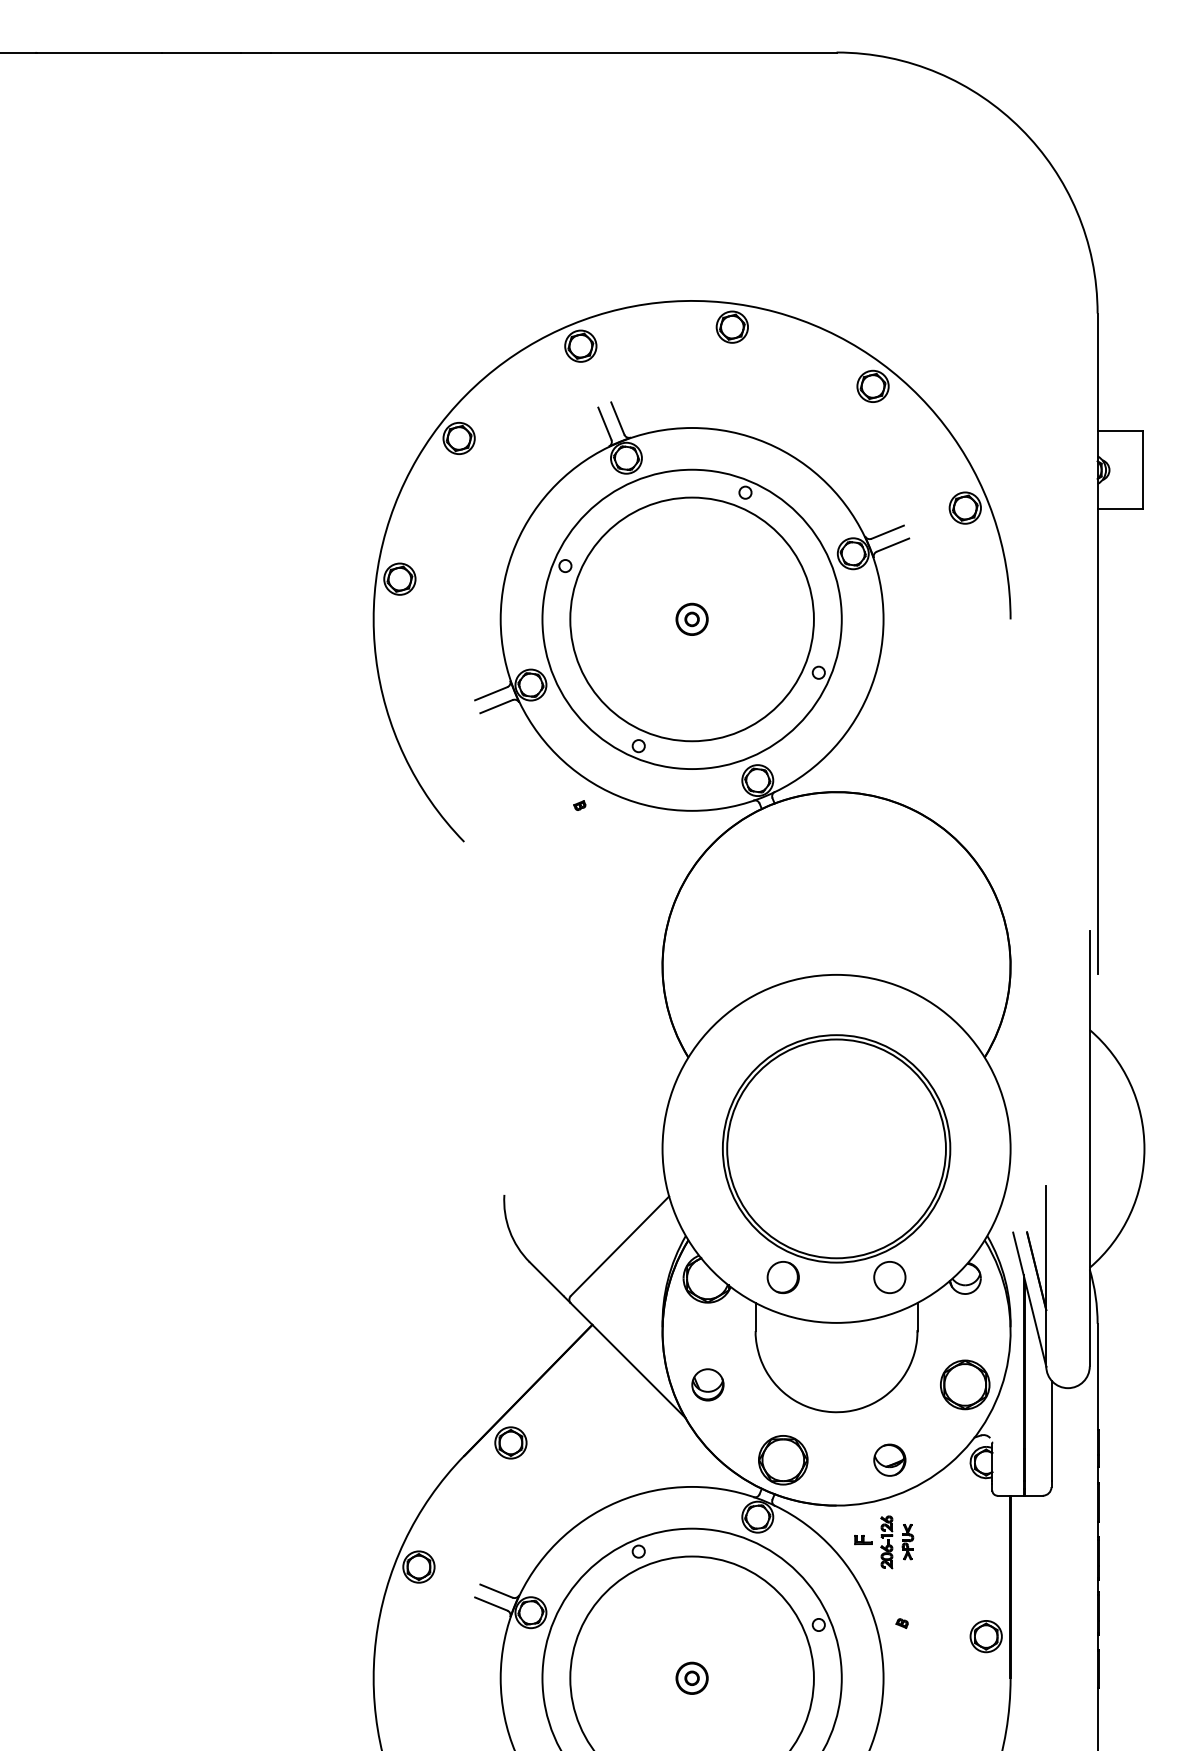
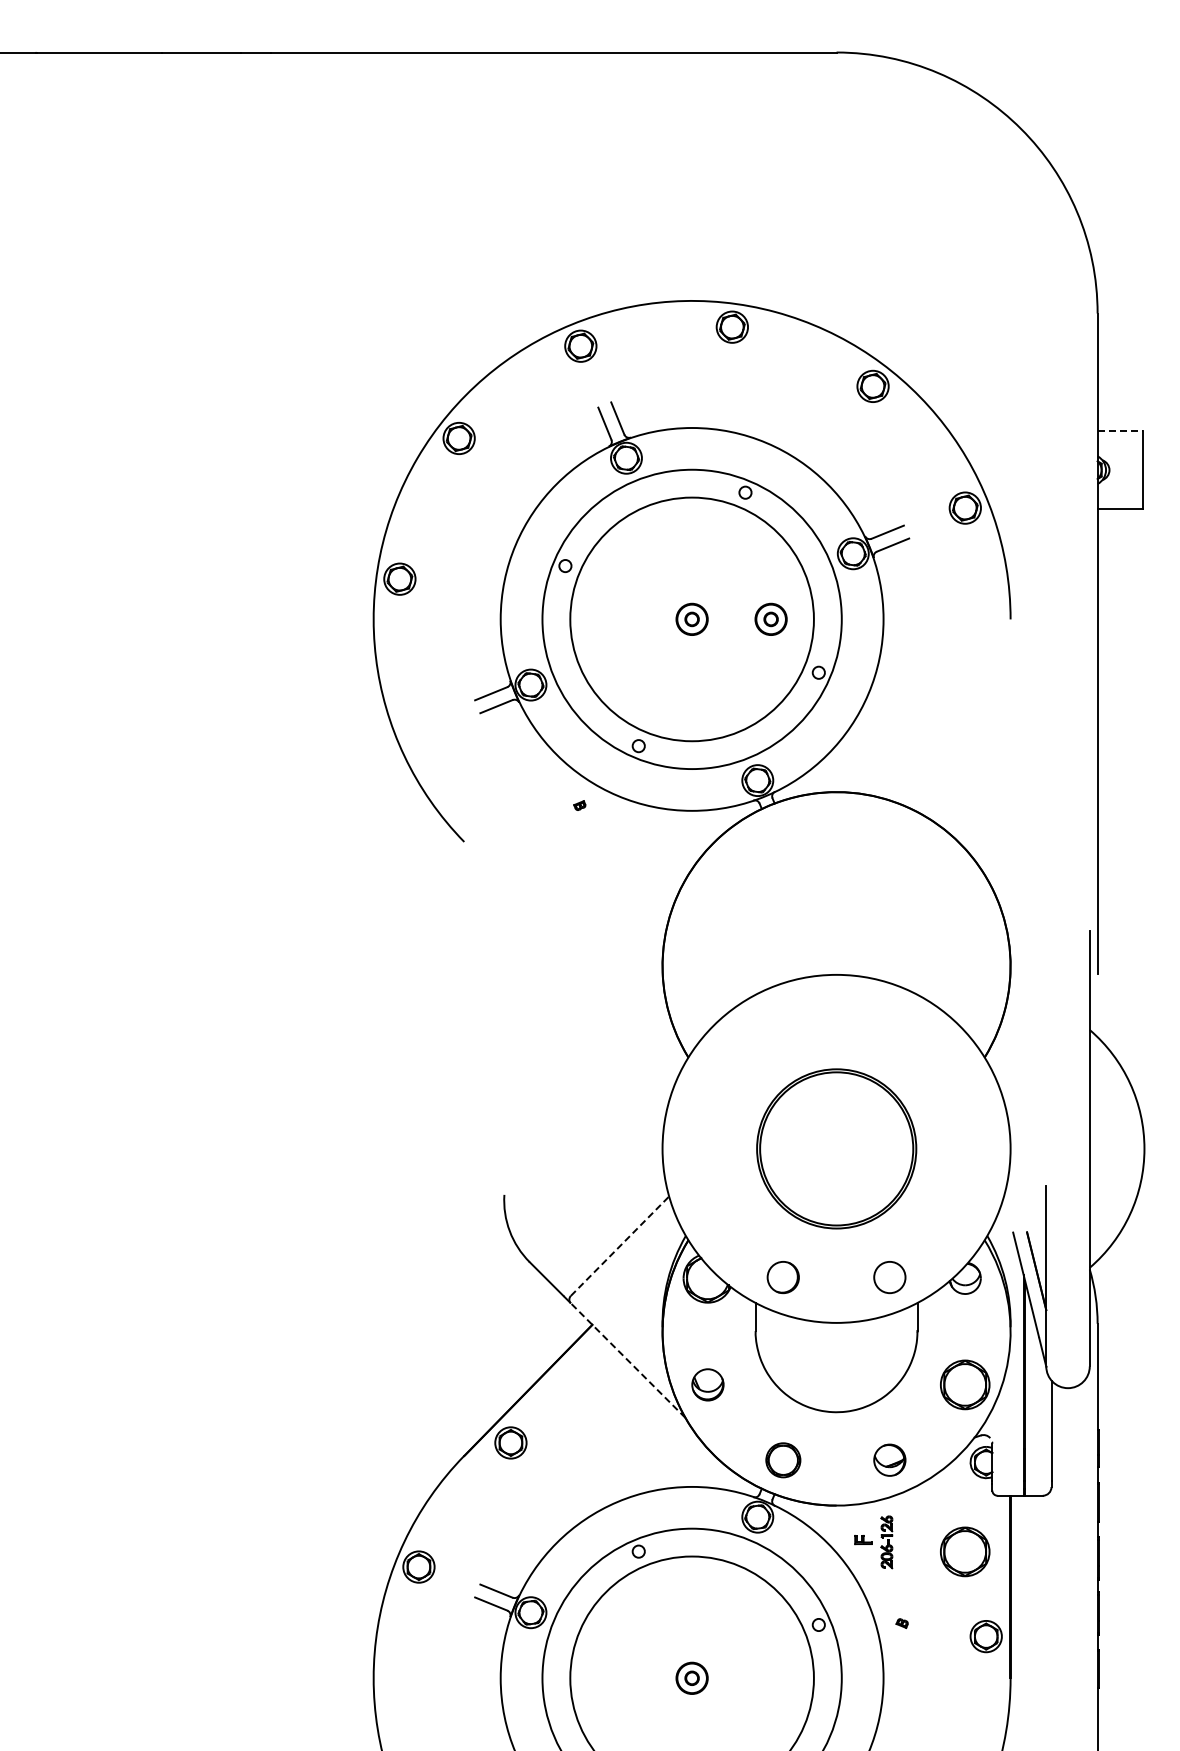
line at (1120, 431): solid -> dashed
part at (770, 618): none -> present
part at (836, 1148) size: 230x230 px -> 162x162 px
line at (620, 1246): solid -> dashed
line at (627, 1360): solid -> dashed
part at (783, 1460) size: 51x51 px -> 37x37 px
part at (907, 1542): present -> none
part at (965, 1551): none -> present
